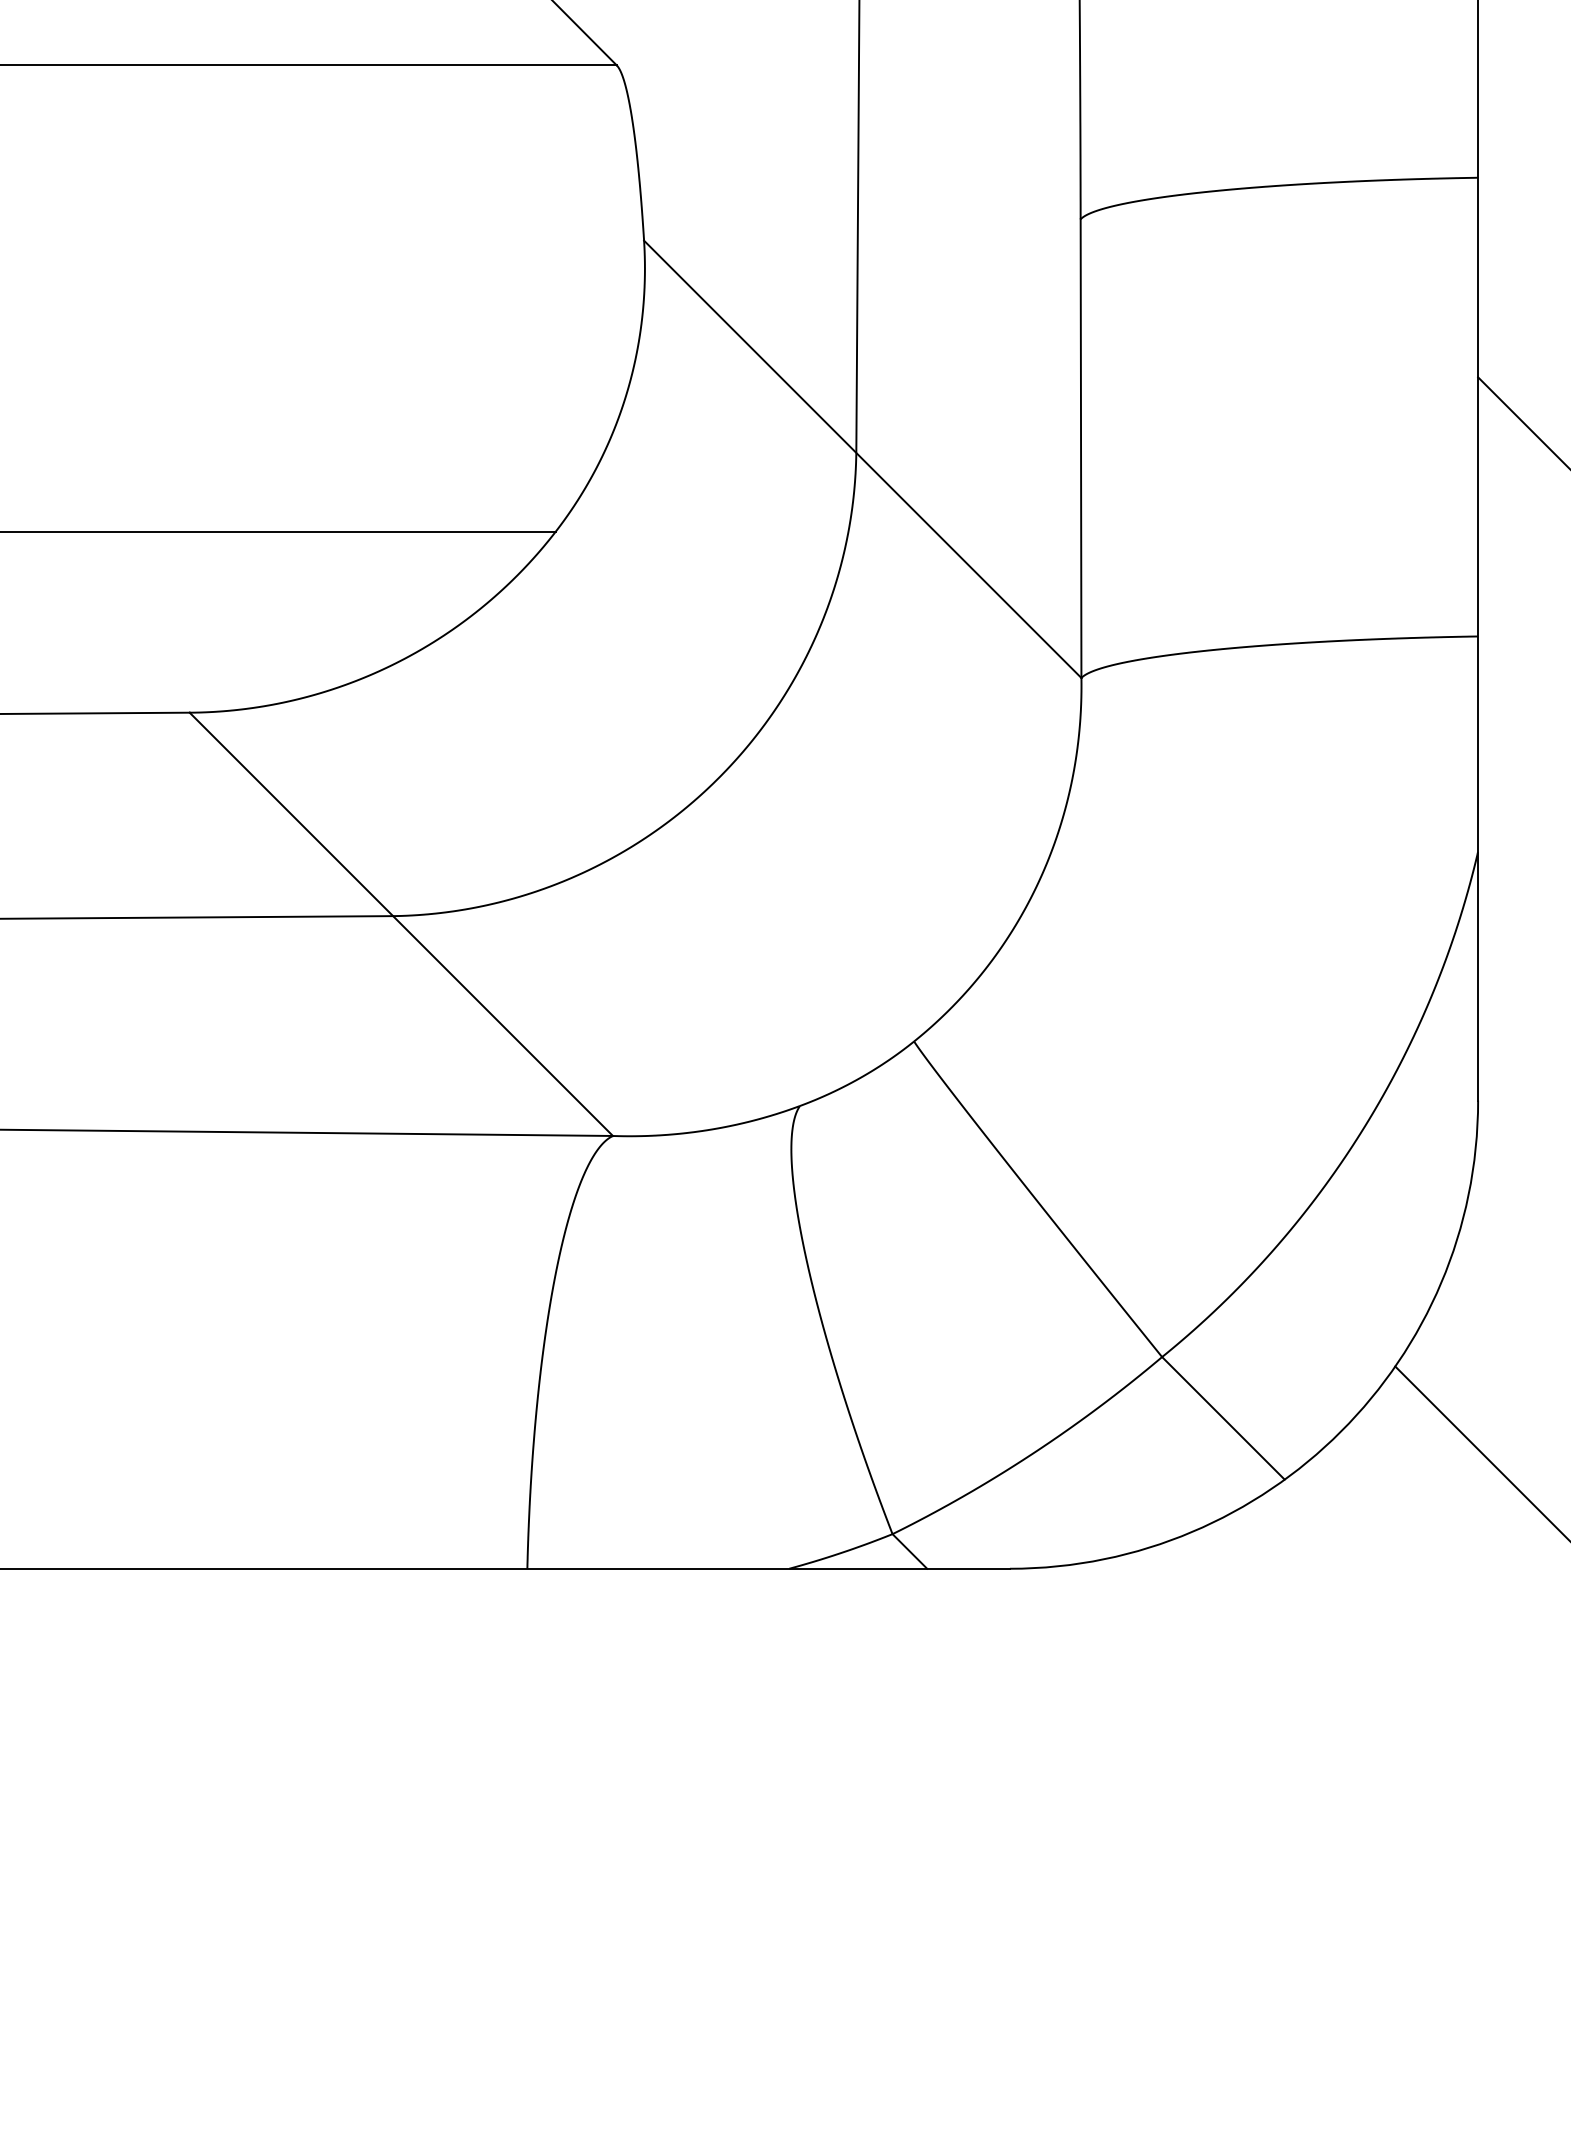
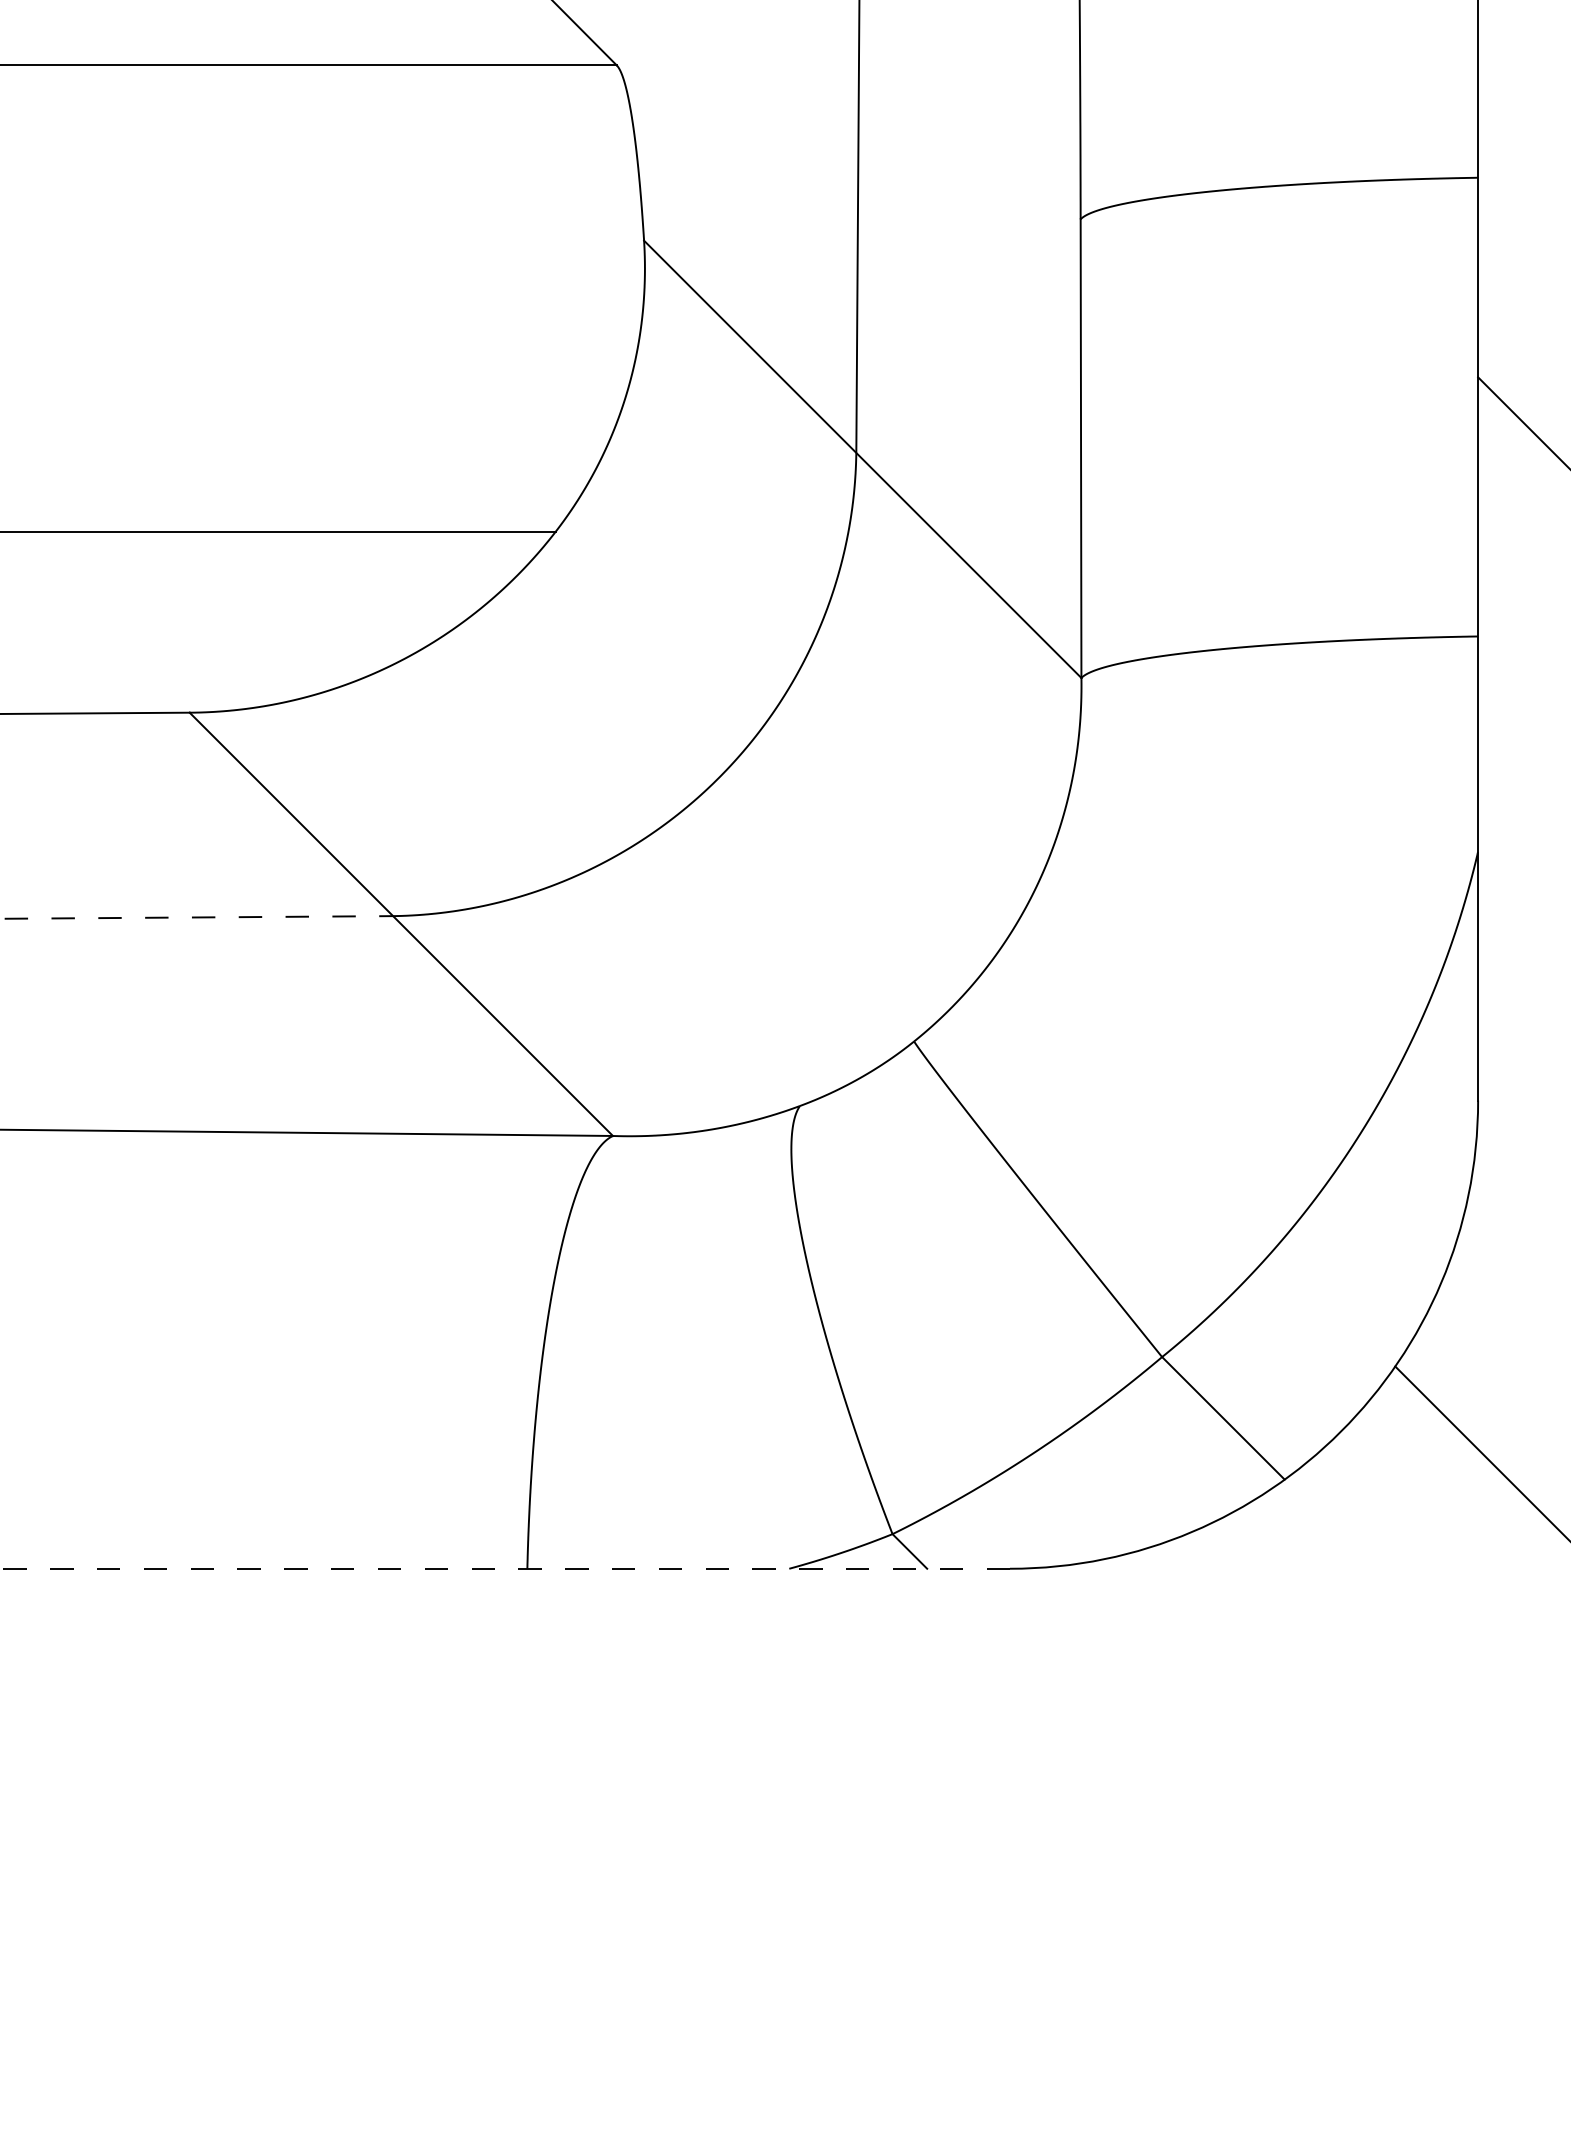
line at (197, 917): solid -> dashed
line at (505, 1568): solid -> dashed
